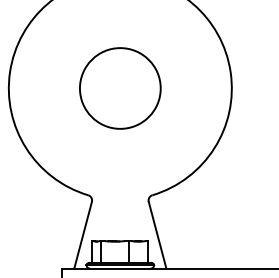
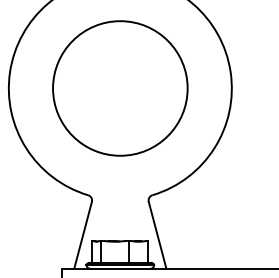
circle at (119, 88) diameter: 81 px -> 135 px
